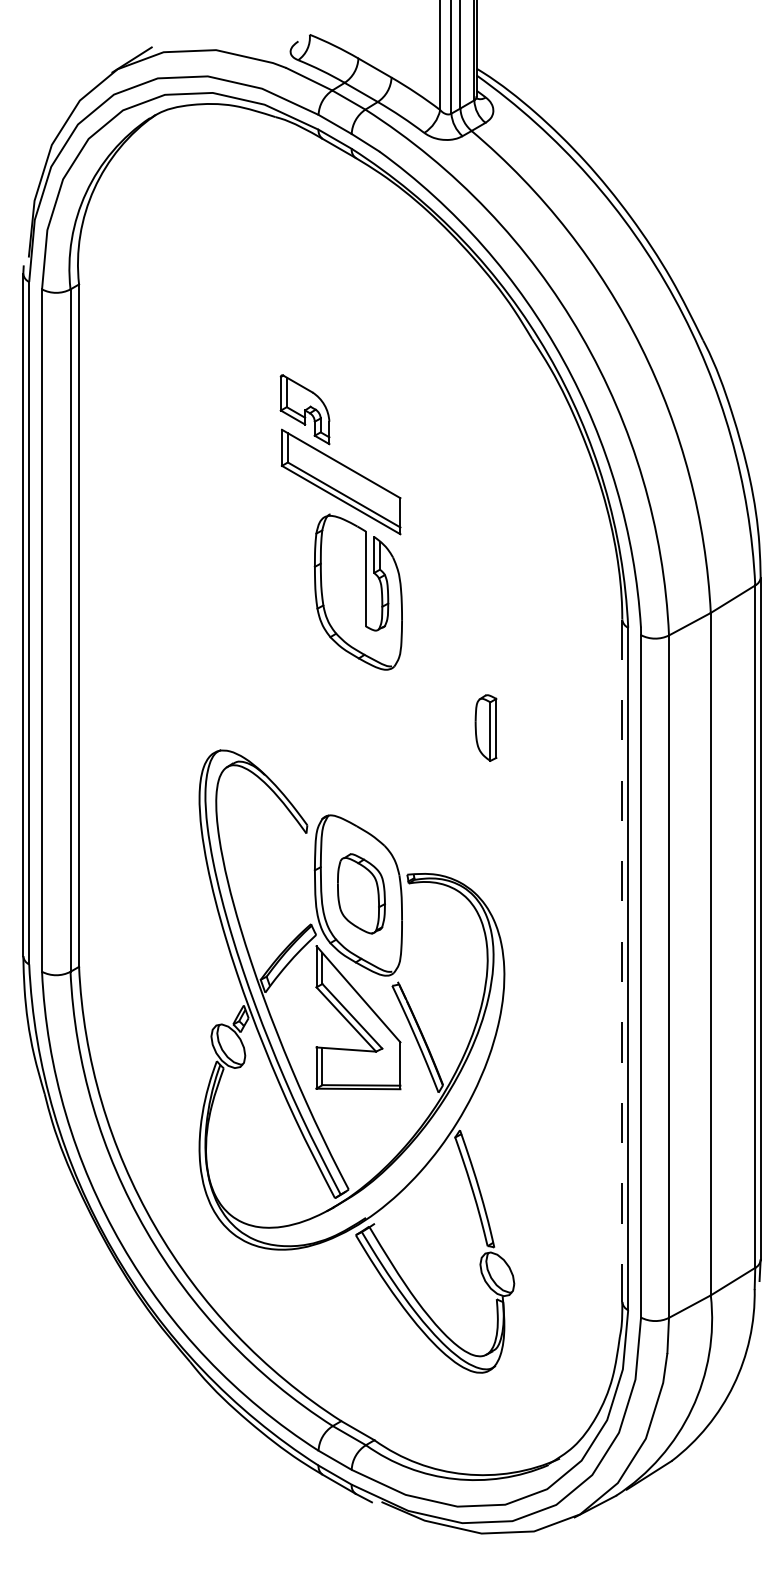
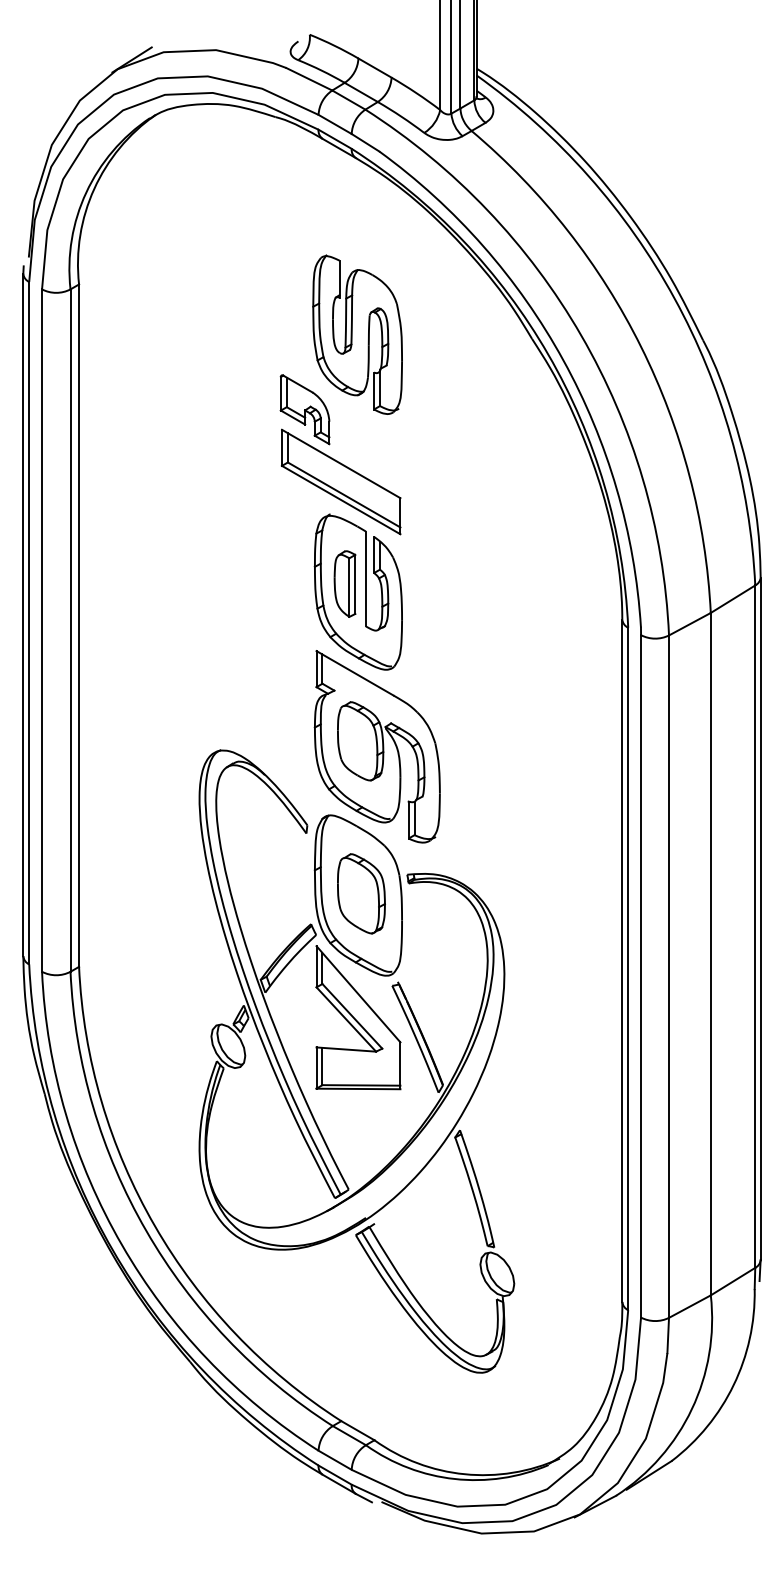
part at (357, 334): none -> present
part at (485, 727) position: (485, 727) -> (344, 583)
part at (376, 746): none -> present
line at (622, 961): dashed -> solid
